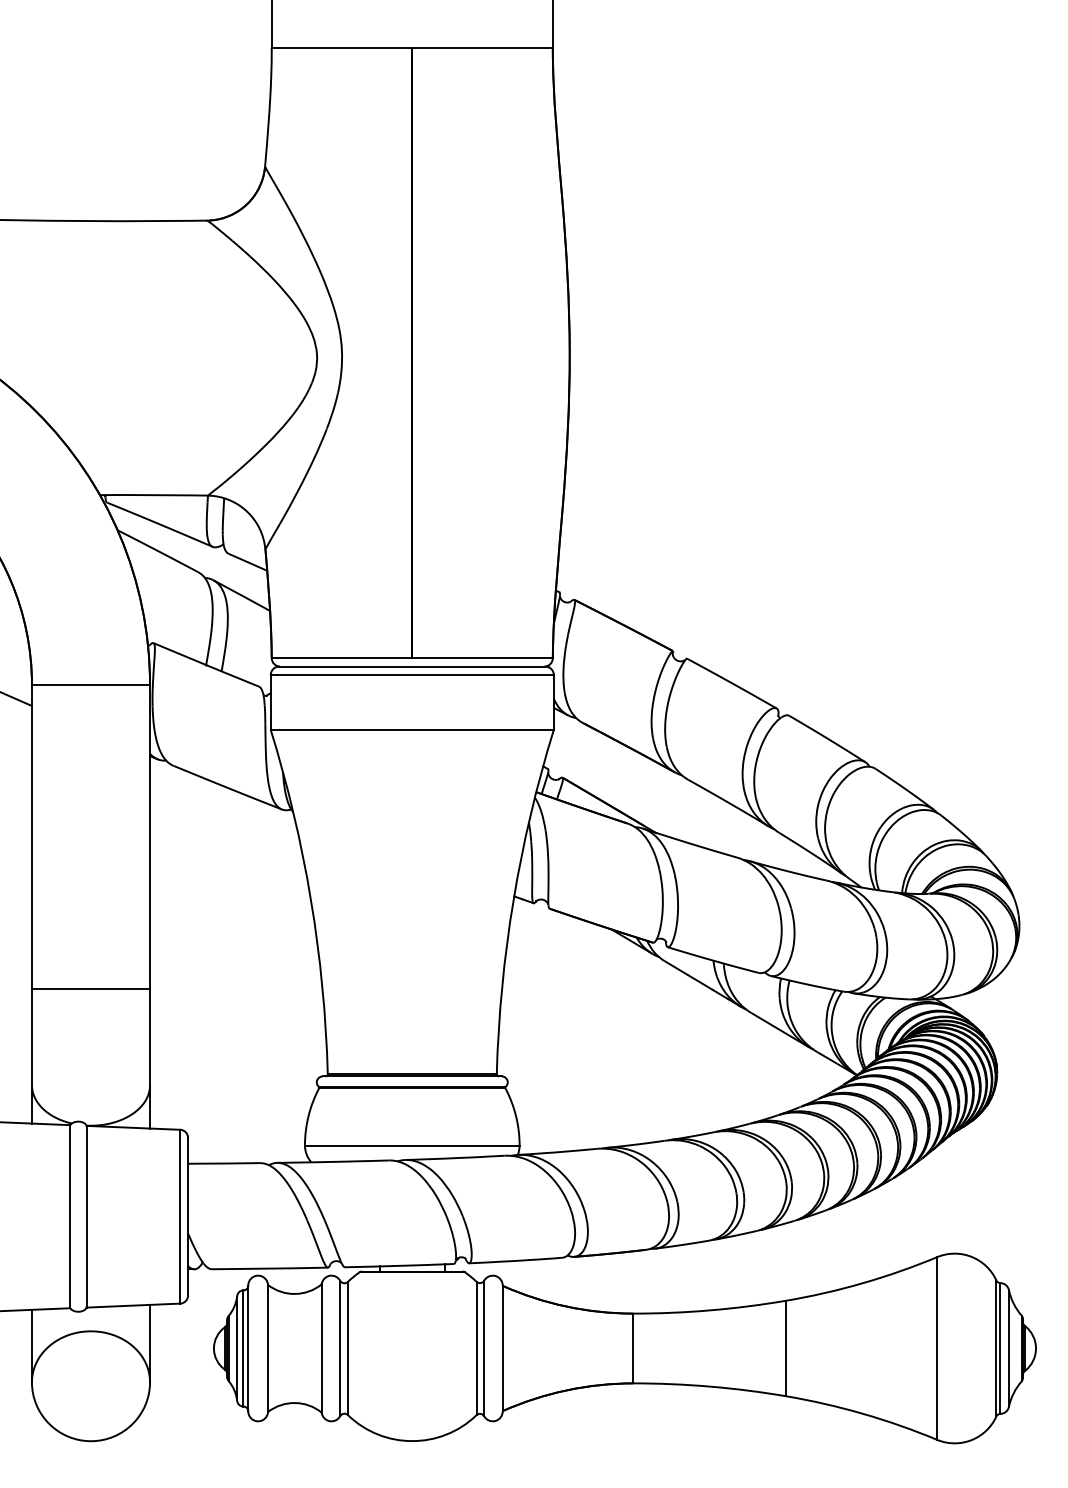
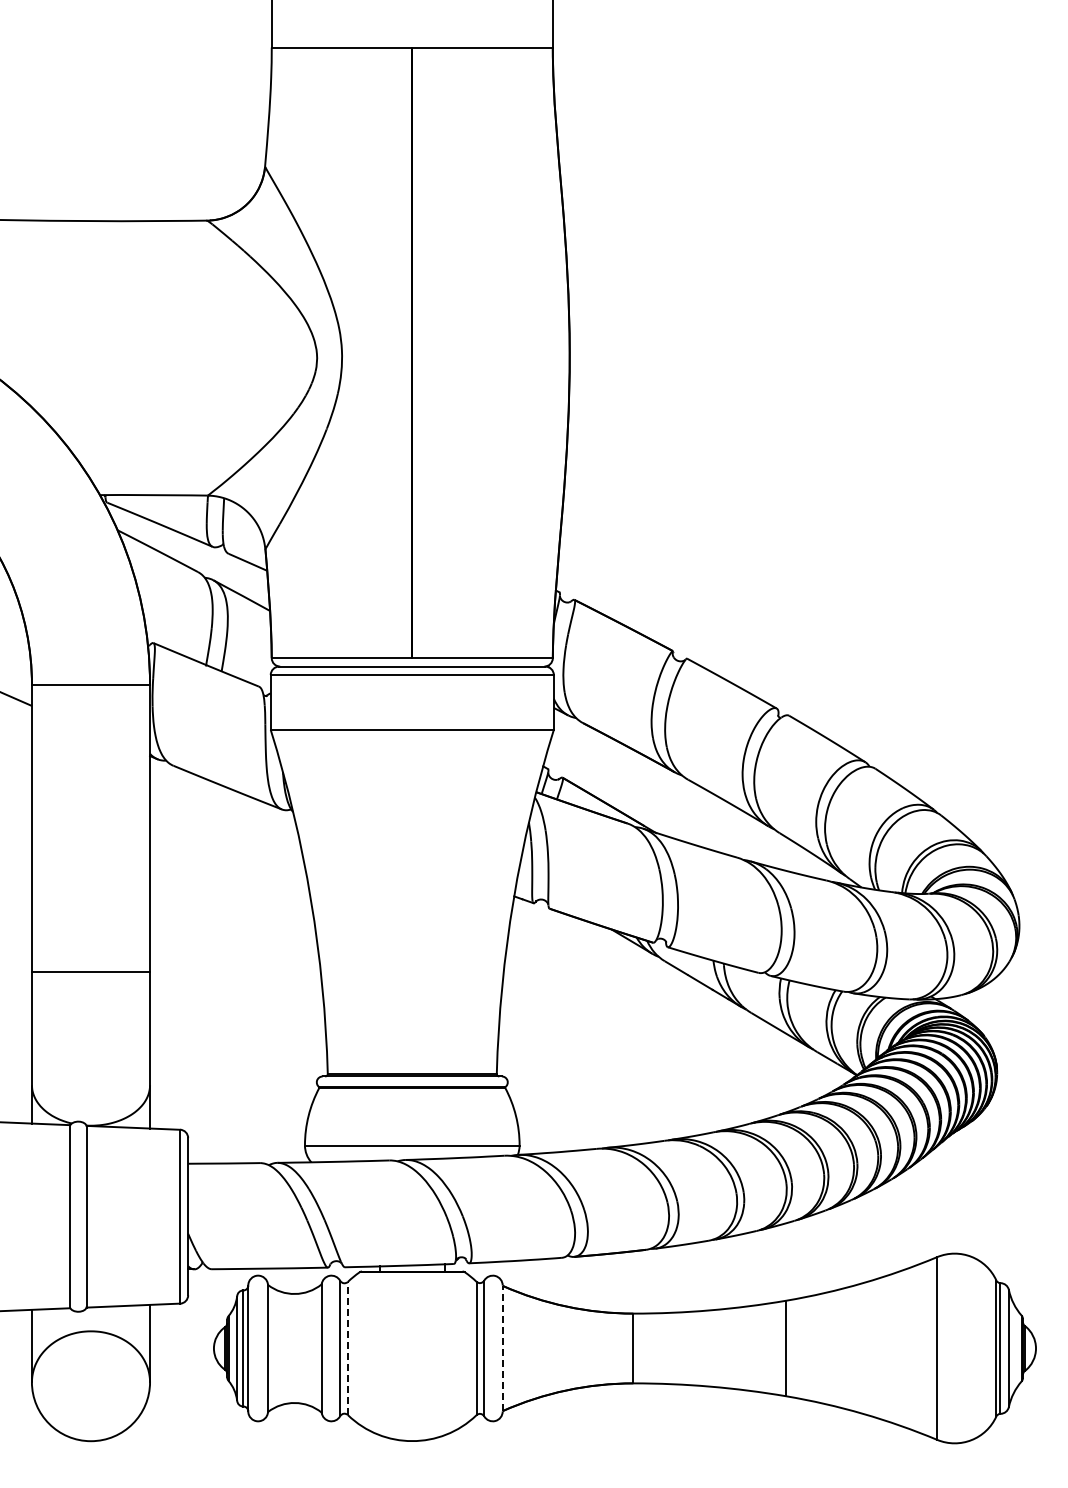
line at (91, 989) position: (91, 989) -> (91, 972)
line at (347, 1348): solid -> dashed
line at (502, 1348): solid -> dashed
